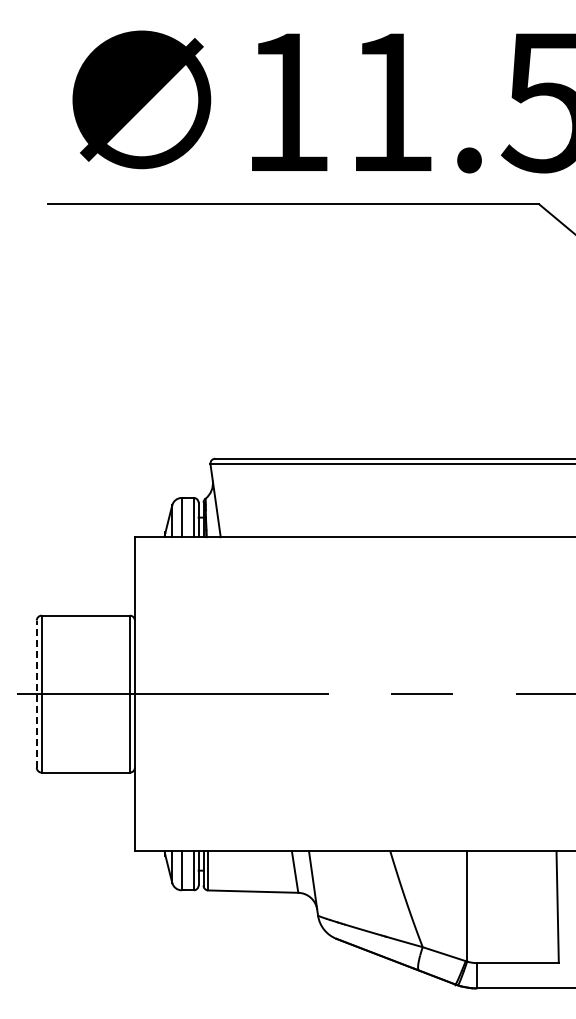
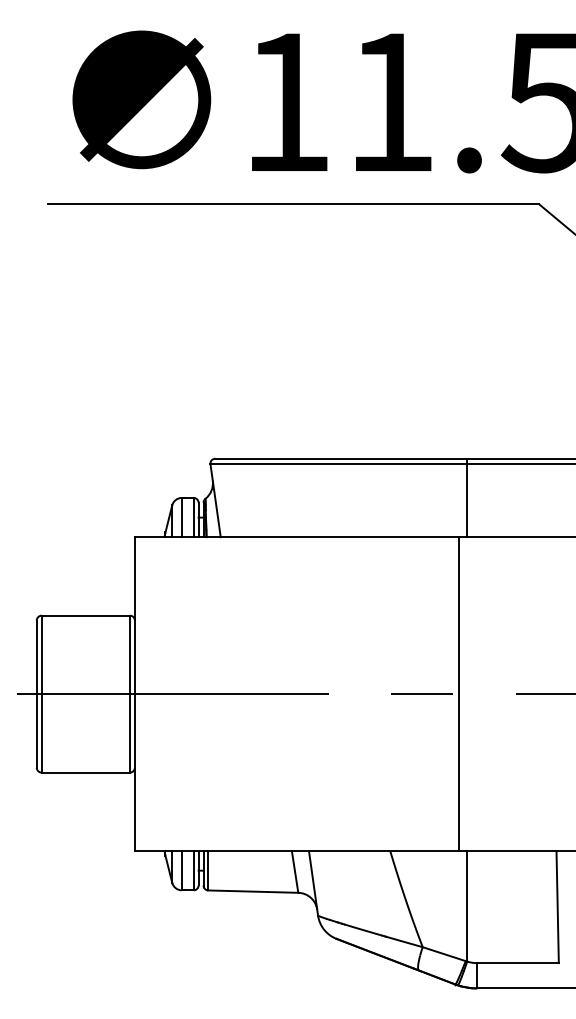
line at (467, 497): none -> present
line at (36, 694): dashed -> solid
line at (458, 694): none -> present
